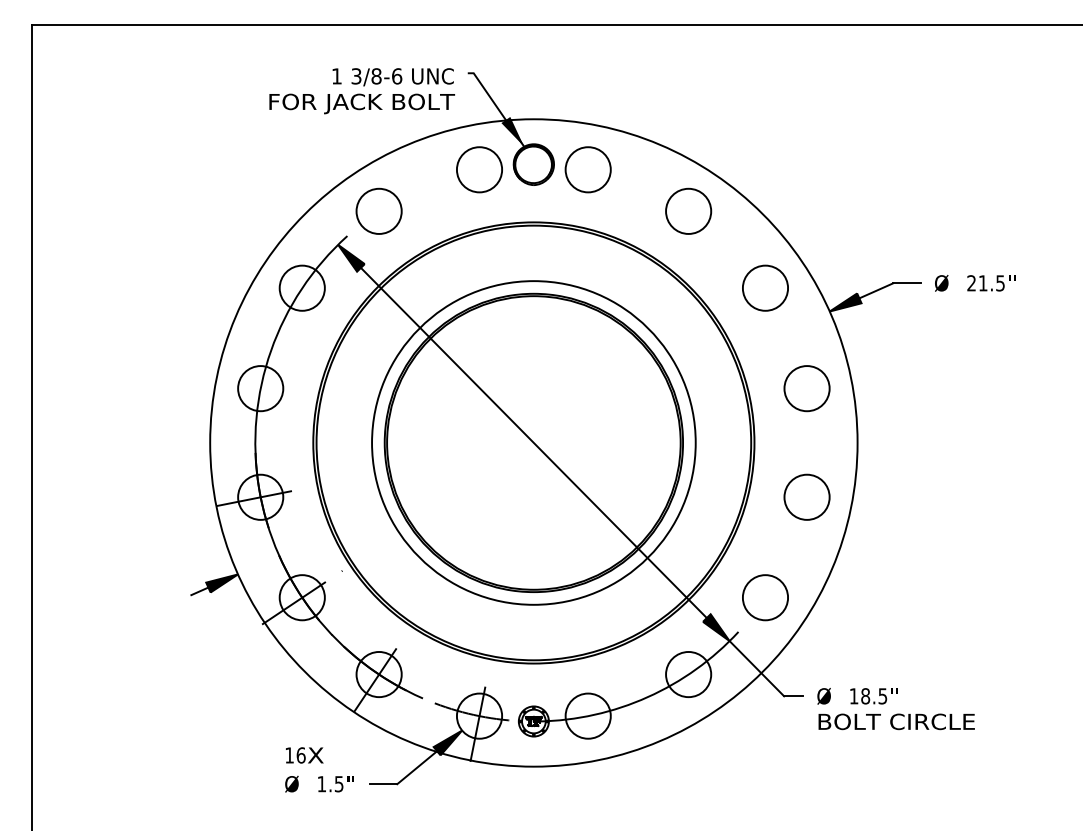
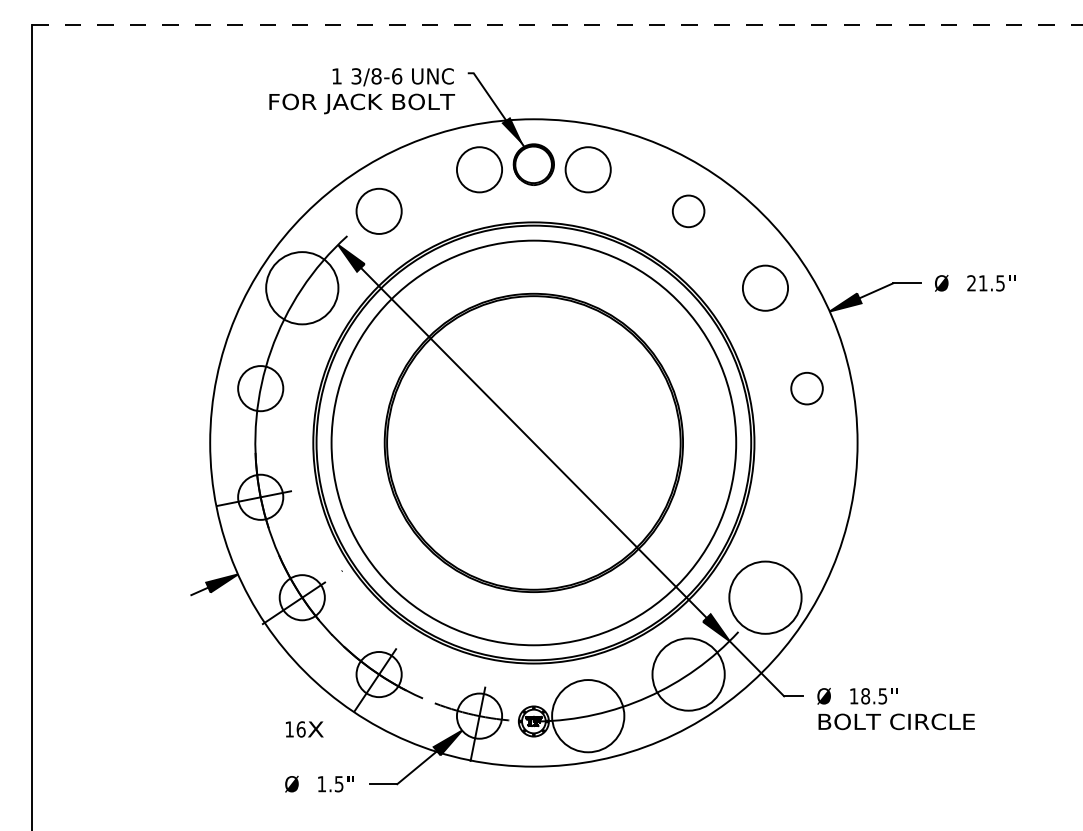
line at (557, 24): solid -> dashed
circle at (688, 210) diameter: 45 px -> 32 px
circle at (301, 287) diameter: 45 px -> 72 px
circle at (806, 388) diameter: 45 px -> 32 px
circle at (533, 442) diameter: 324 px -> 405 px
circle at (806, 496): present -> none
circle at (765, 597) diameter: 45 px -> 72 px
circle at (688, 674) diameter: 45 px -> 72 px
circle at (587, 715) diameter: 45 px -> 72 px
text at (304, 755) position: (304, 755) -> (304, 729)
